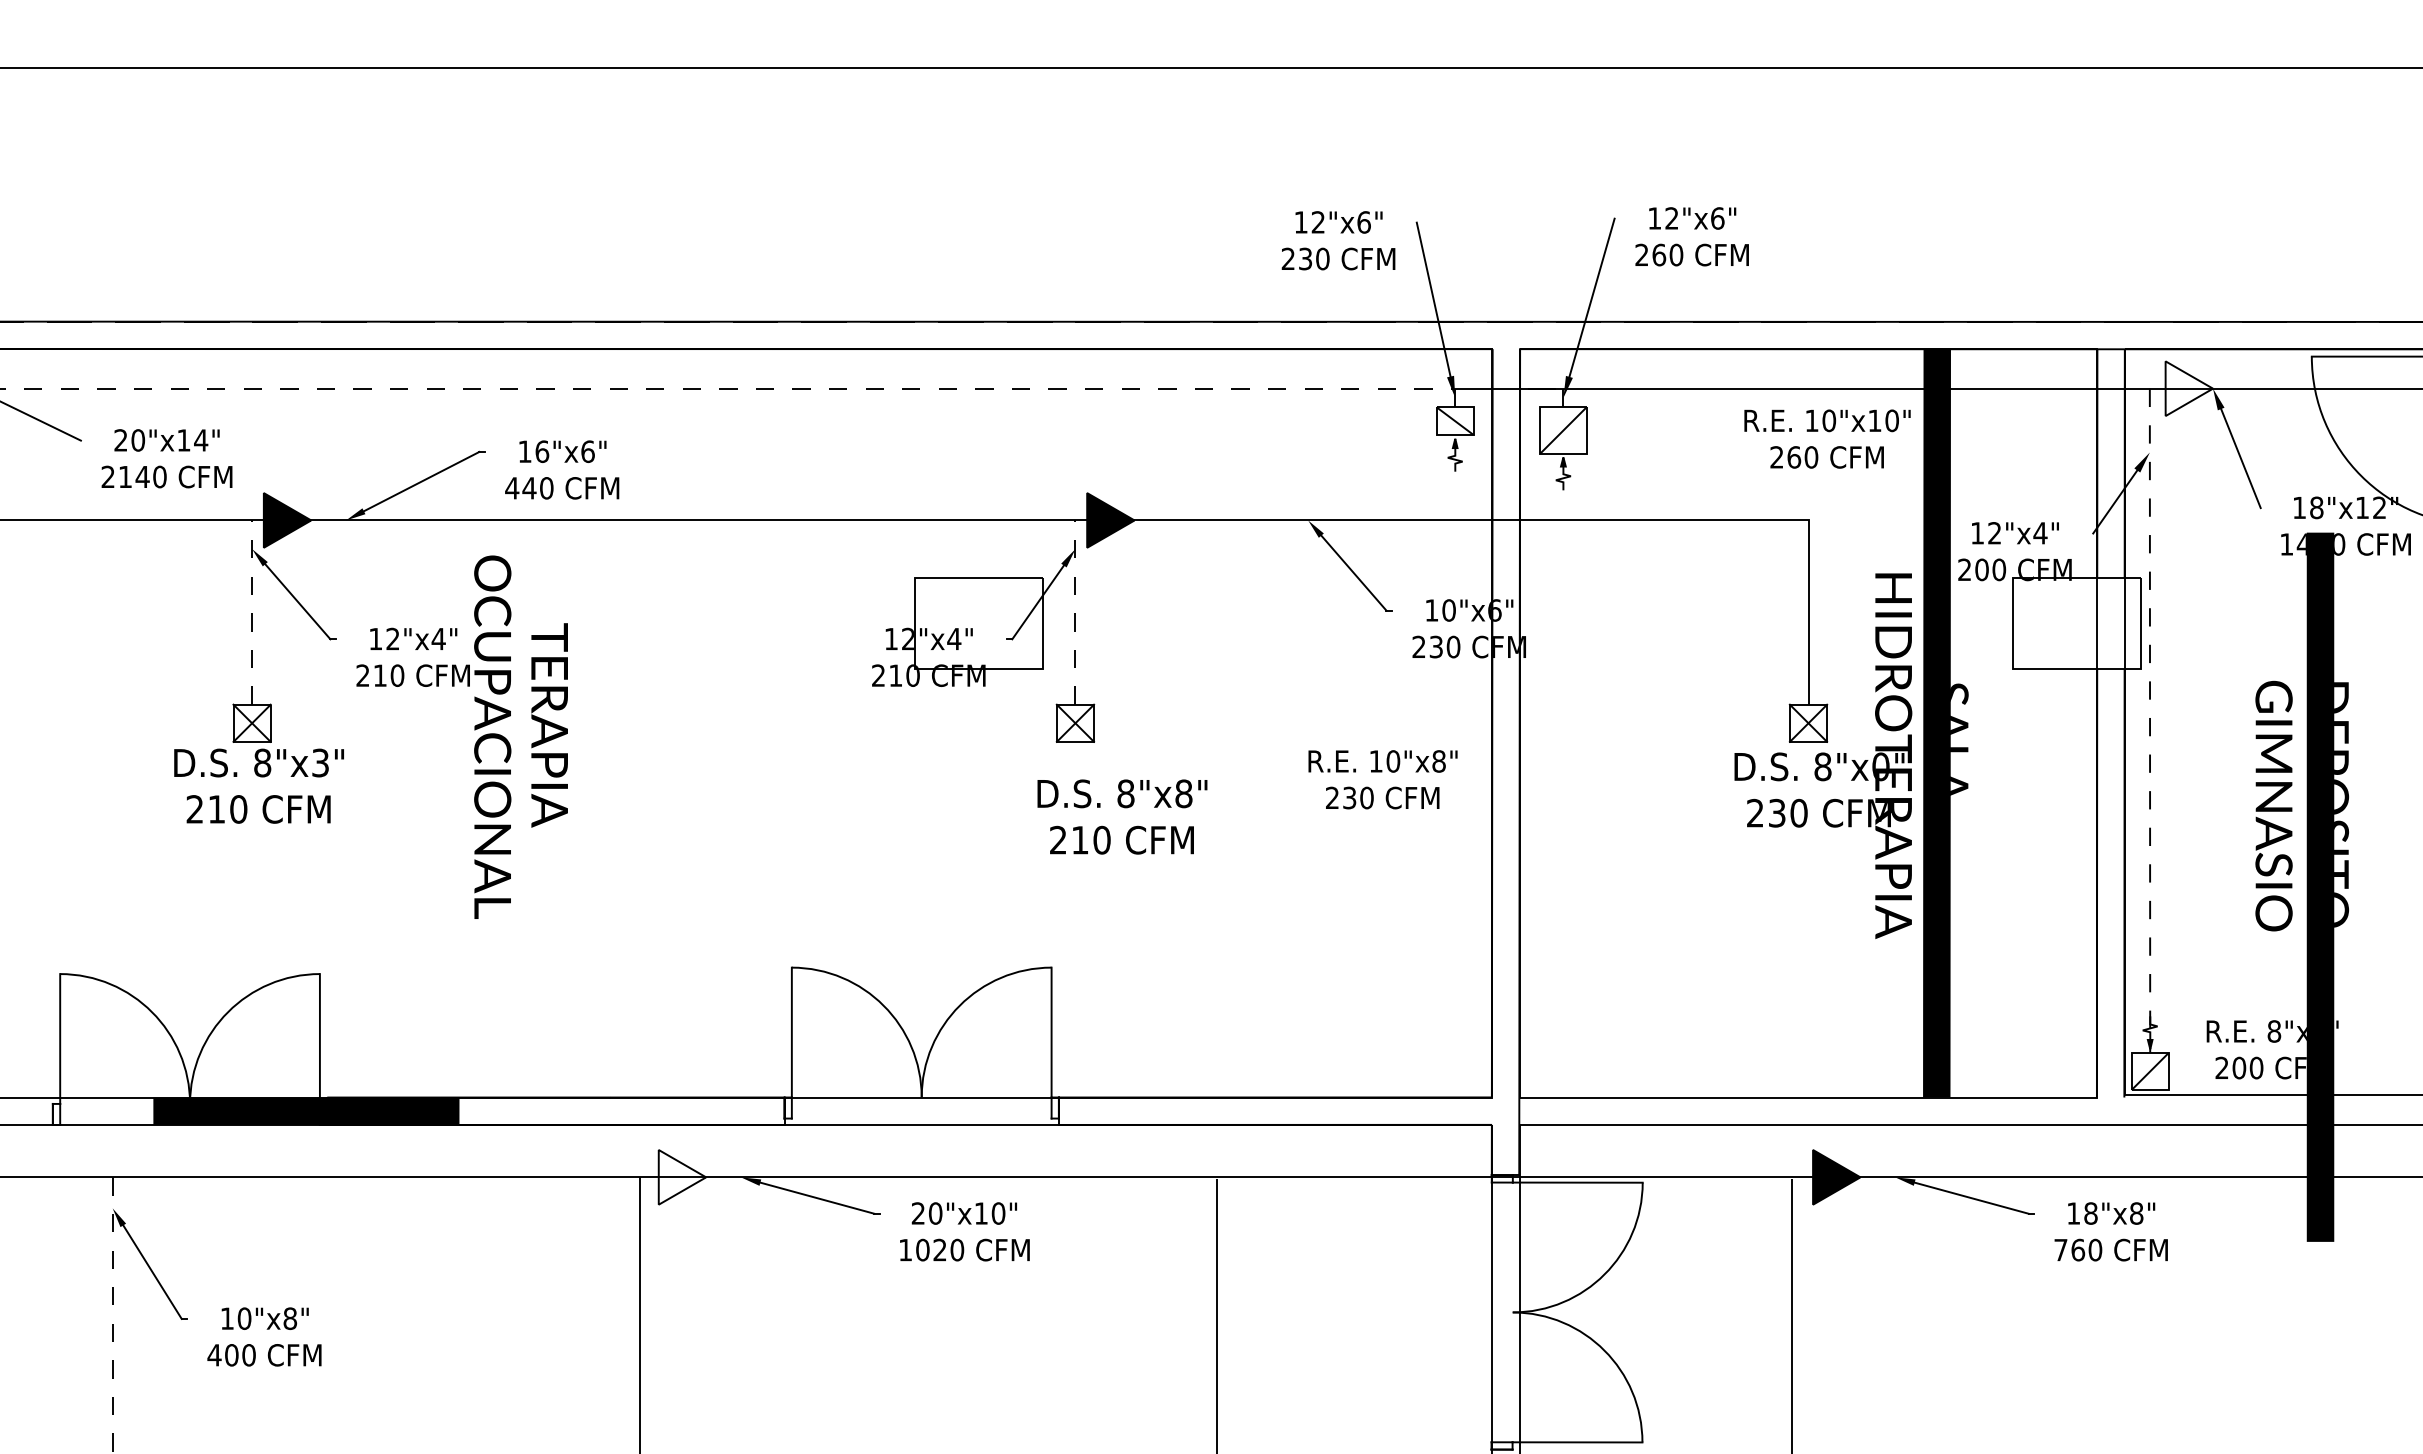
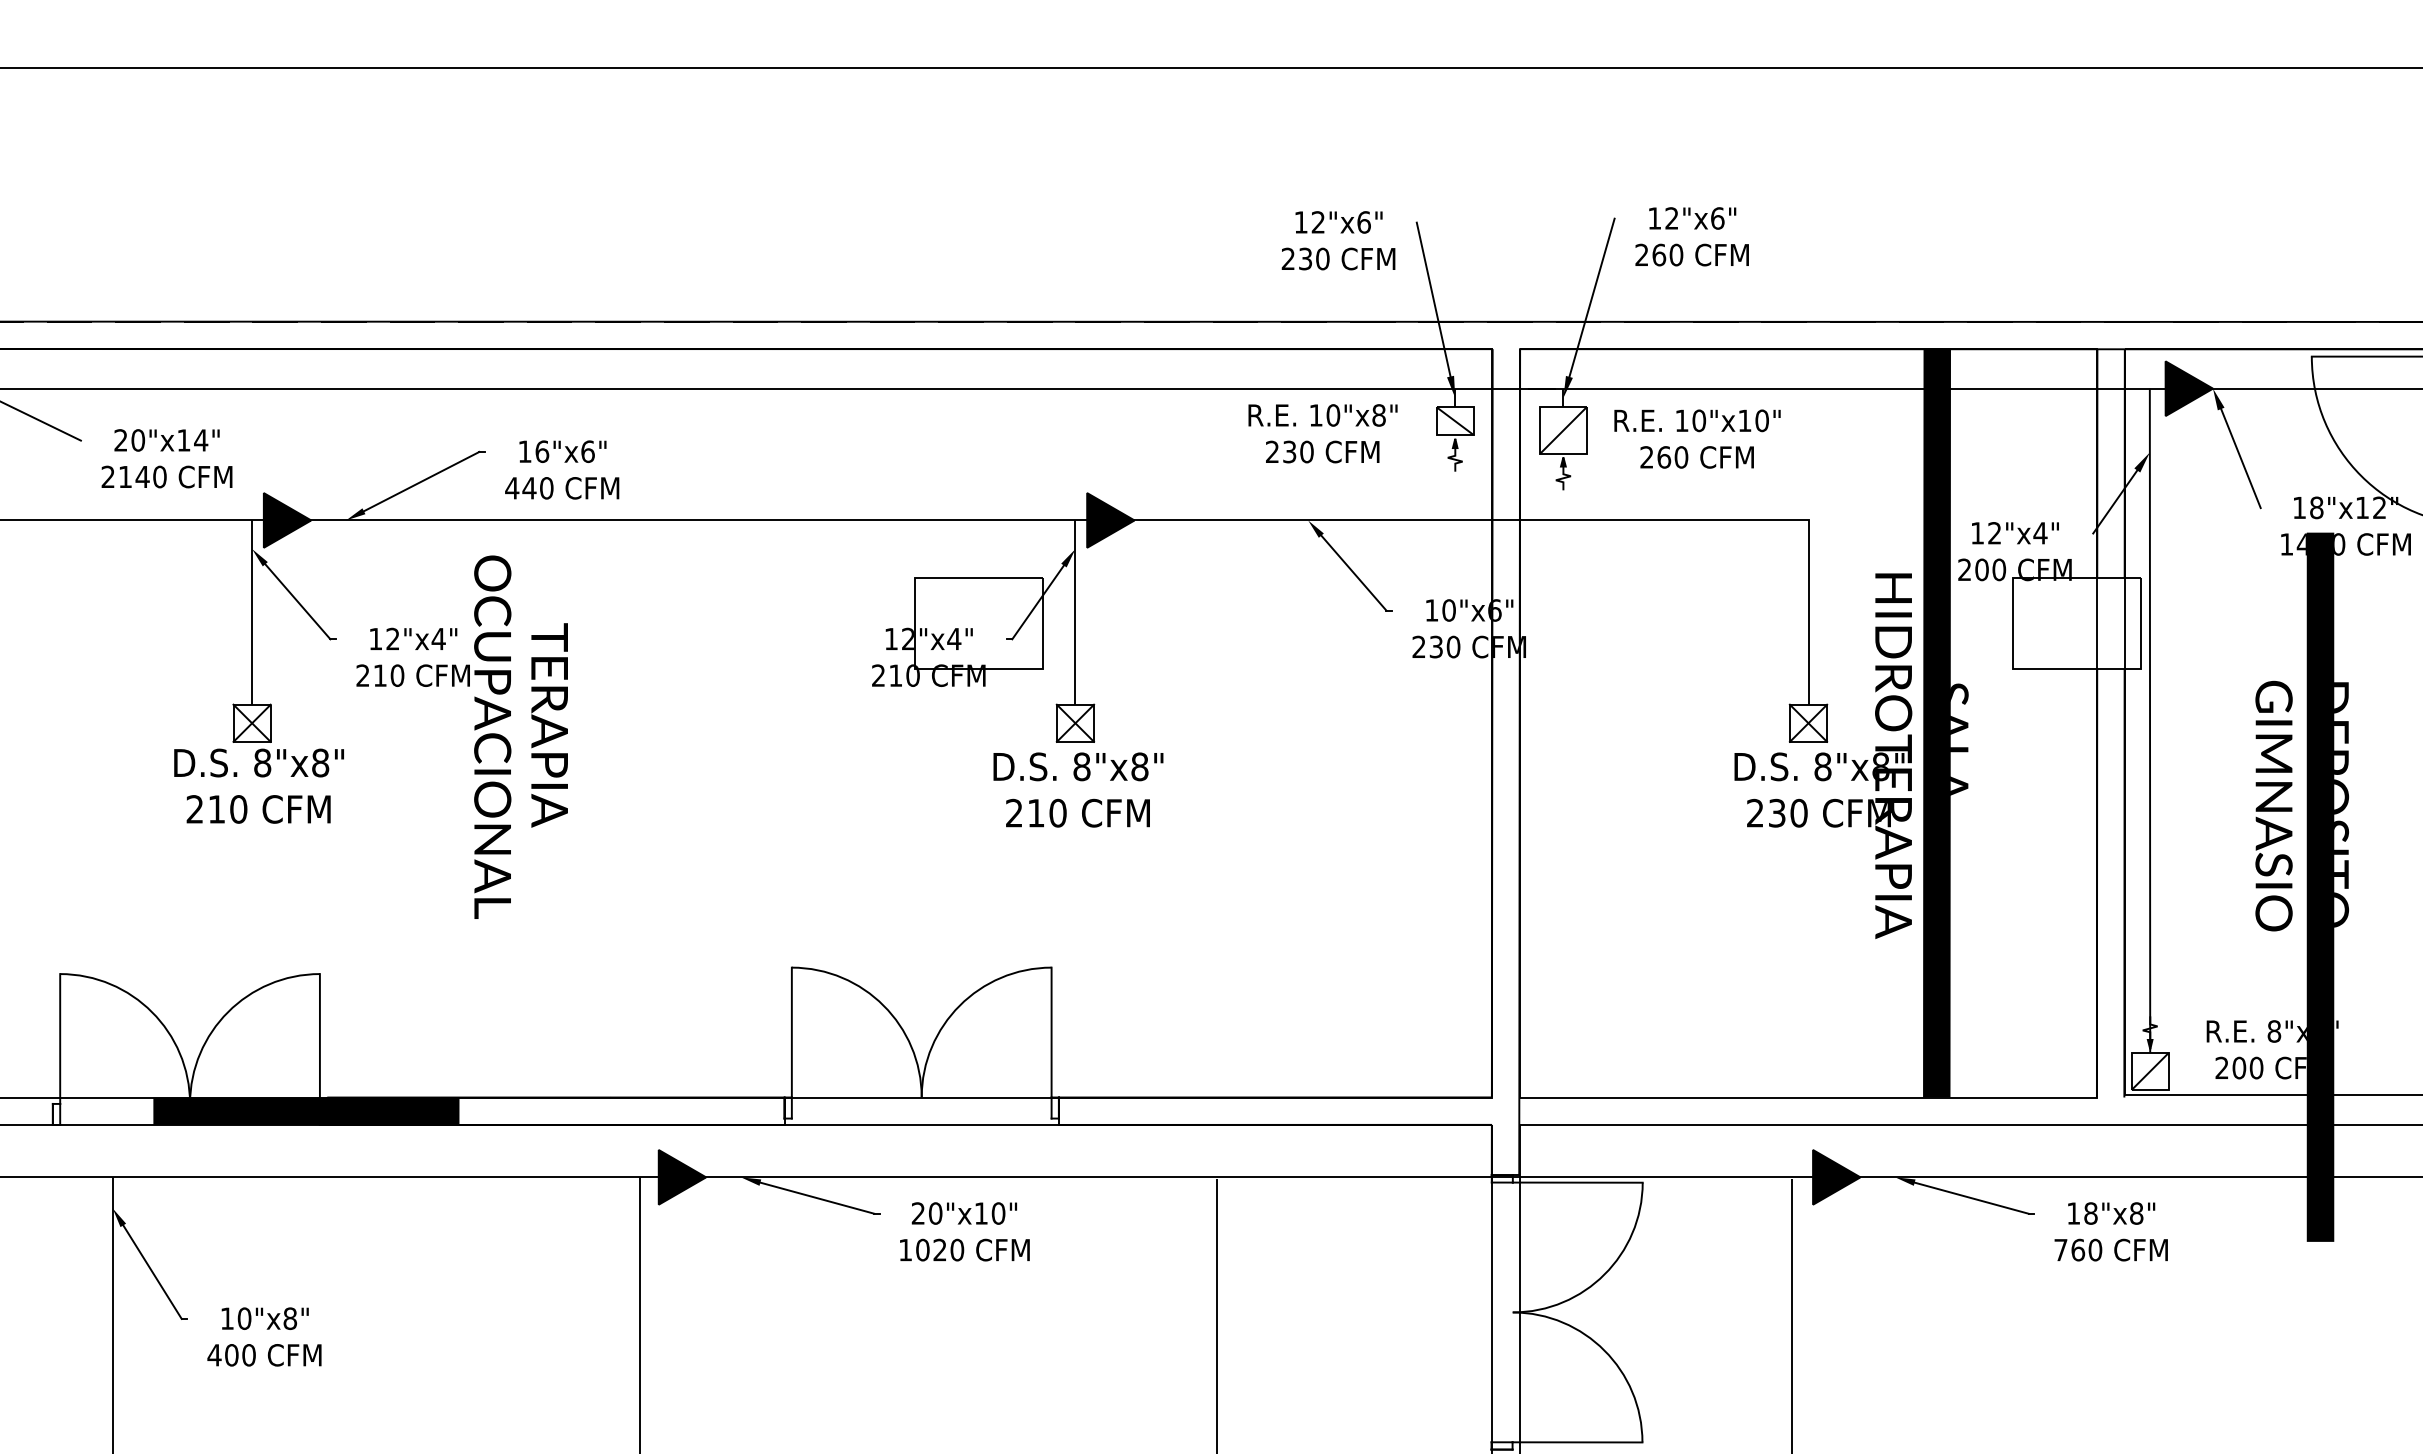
line at (734, 388): dashed -> solid
fill at (2189, 388): none -> present
text at (1827, 438) position: (1827, 438) -> (1697, 438)
line at (252, 612): dashed -> solid
line at (1075, 612): dashed -> solid
line at (2150, 721): dashed -> solid
text at (320, 762): 8"x3" -> 8"x8"
text at (1880, 766): 8"x0" -> 8"x8"
text at (1382, 779) position: (1382, 779) -> (1322, 433)
text at (1122, 816) position: (1122, 816) -> (1078, 789)
fill at (682, 1176): none -> present
line at (112, 1315): dashed -> solid
